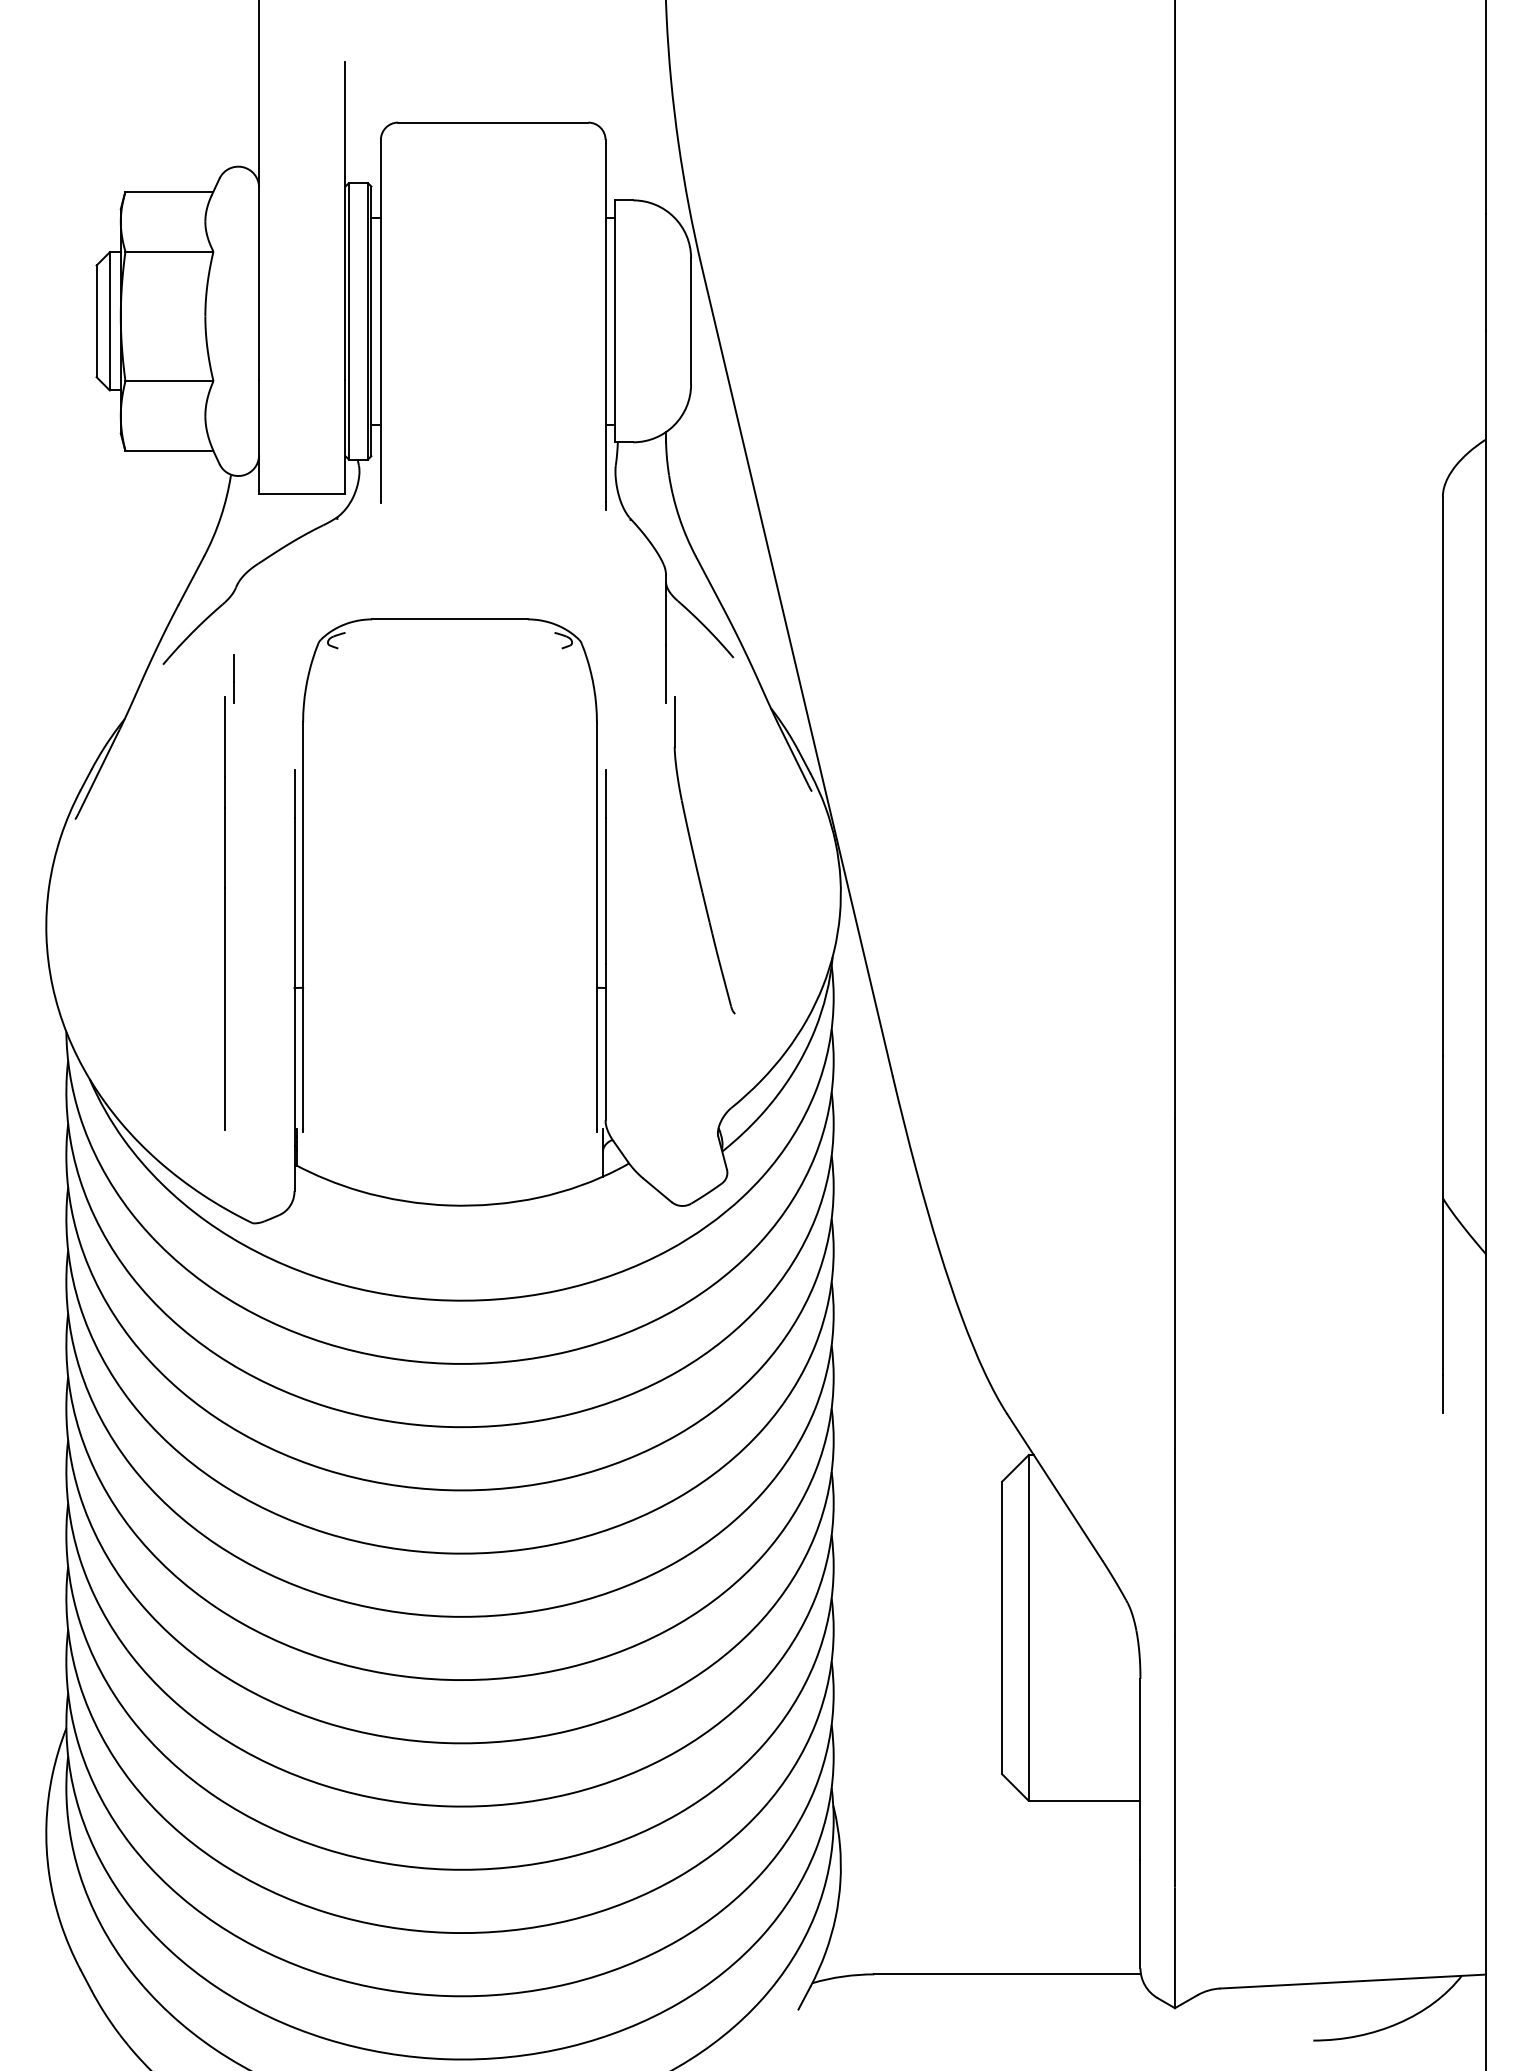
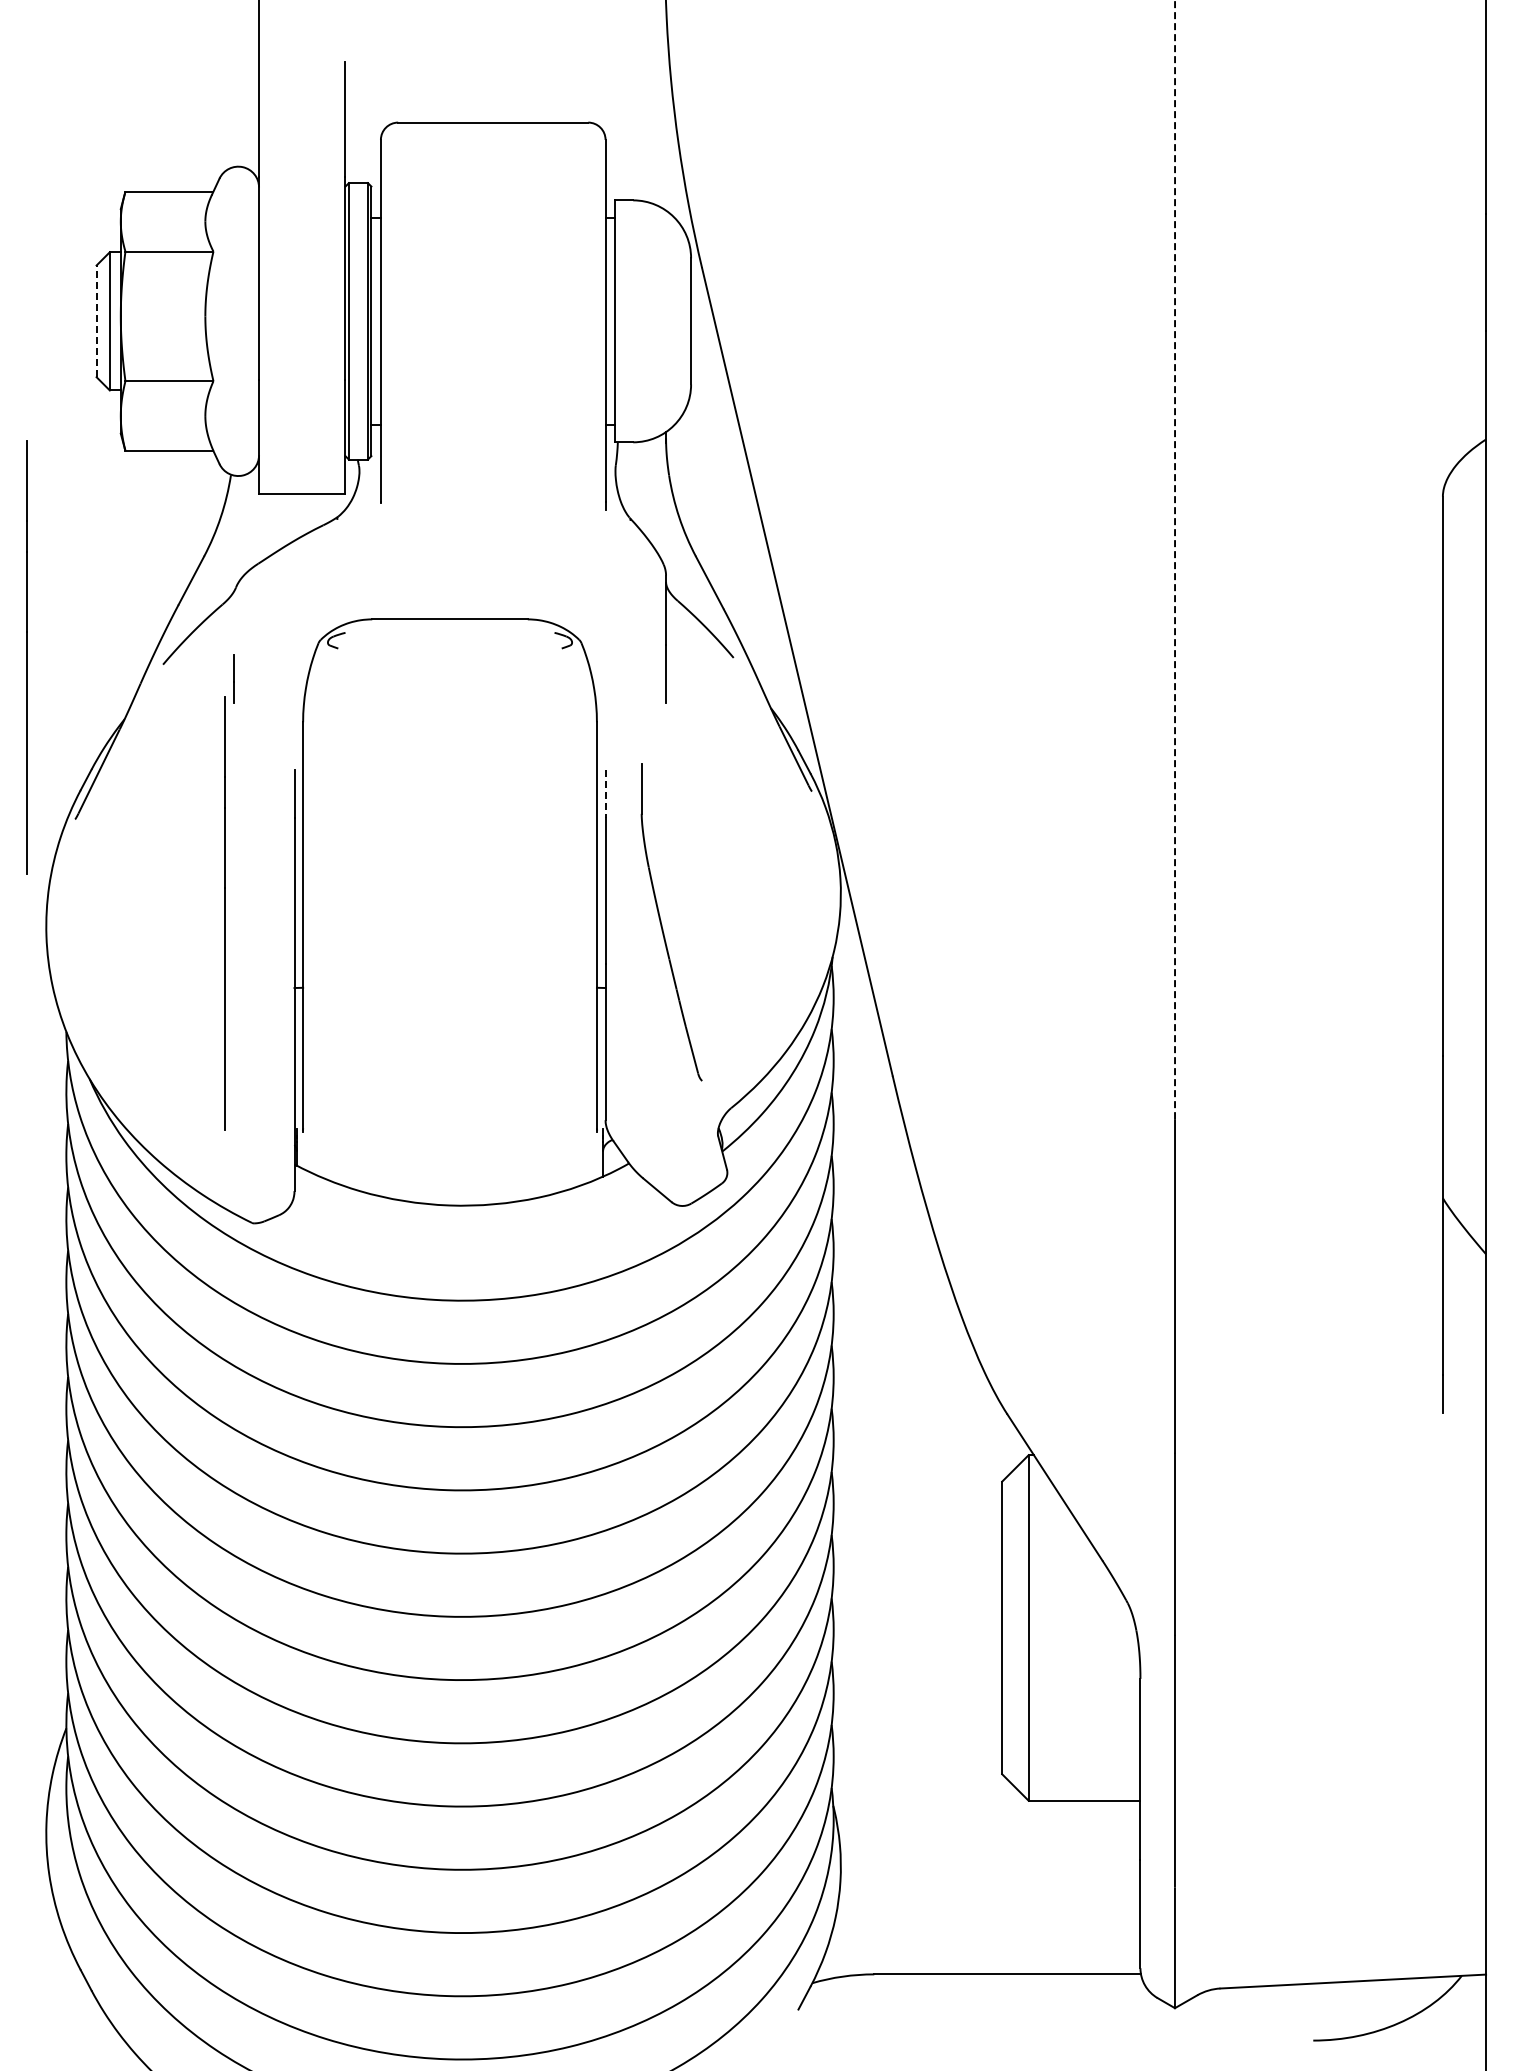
line at (96, 321): solid -> dashed
line at (1175, 559): solid -> dashed
line at (26, 657): none -> present
line at (605, 794): solid -> dashed
part at (695, 857) position: (695, 857) -> (662, 924)
